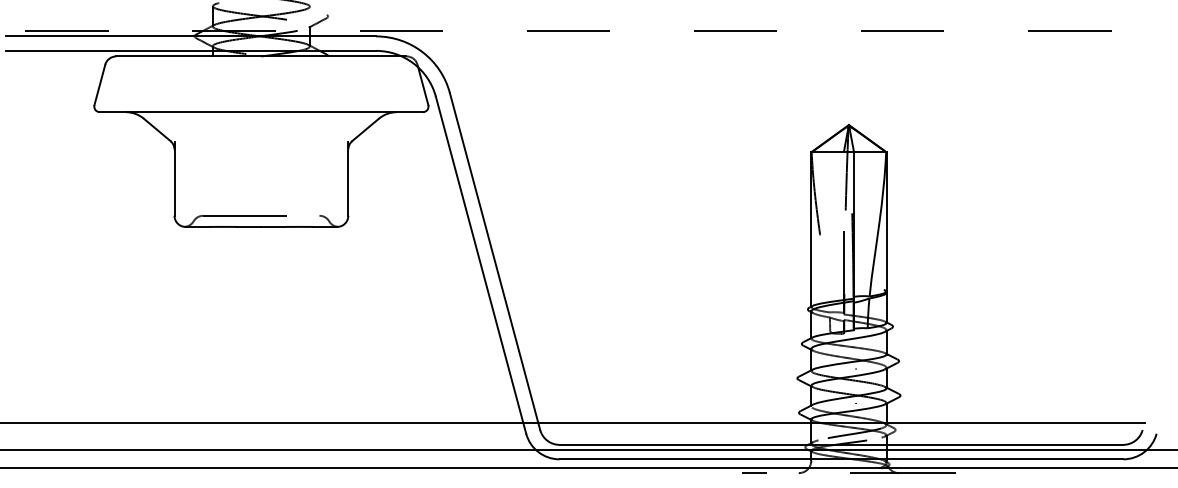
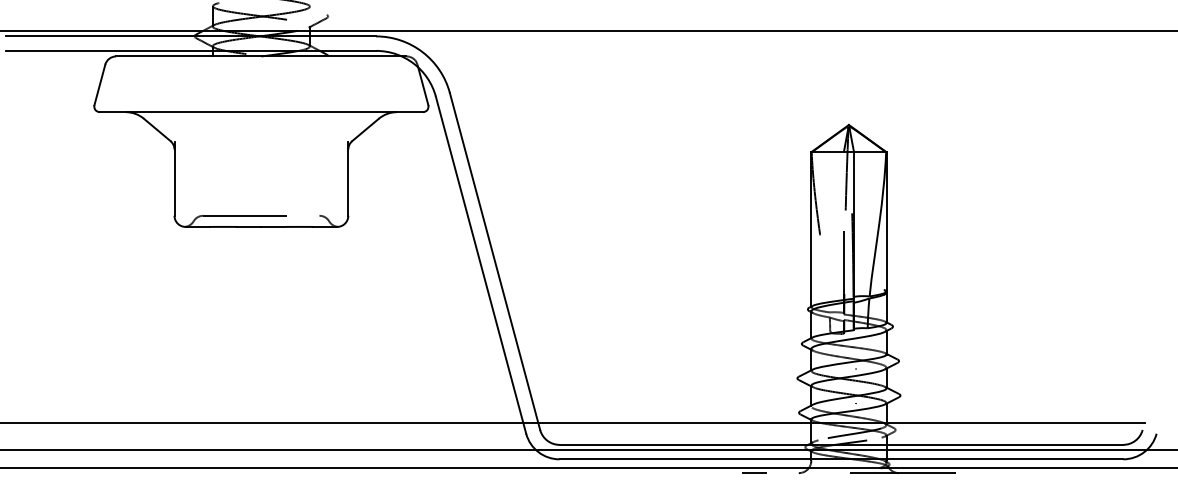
line at (589, 30): dashed -> solid
